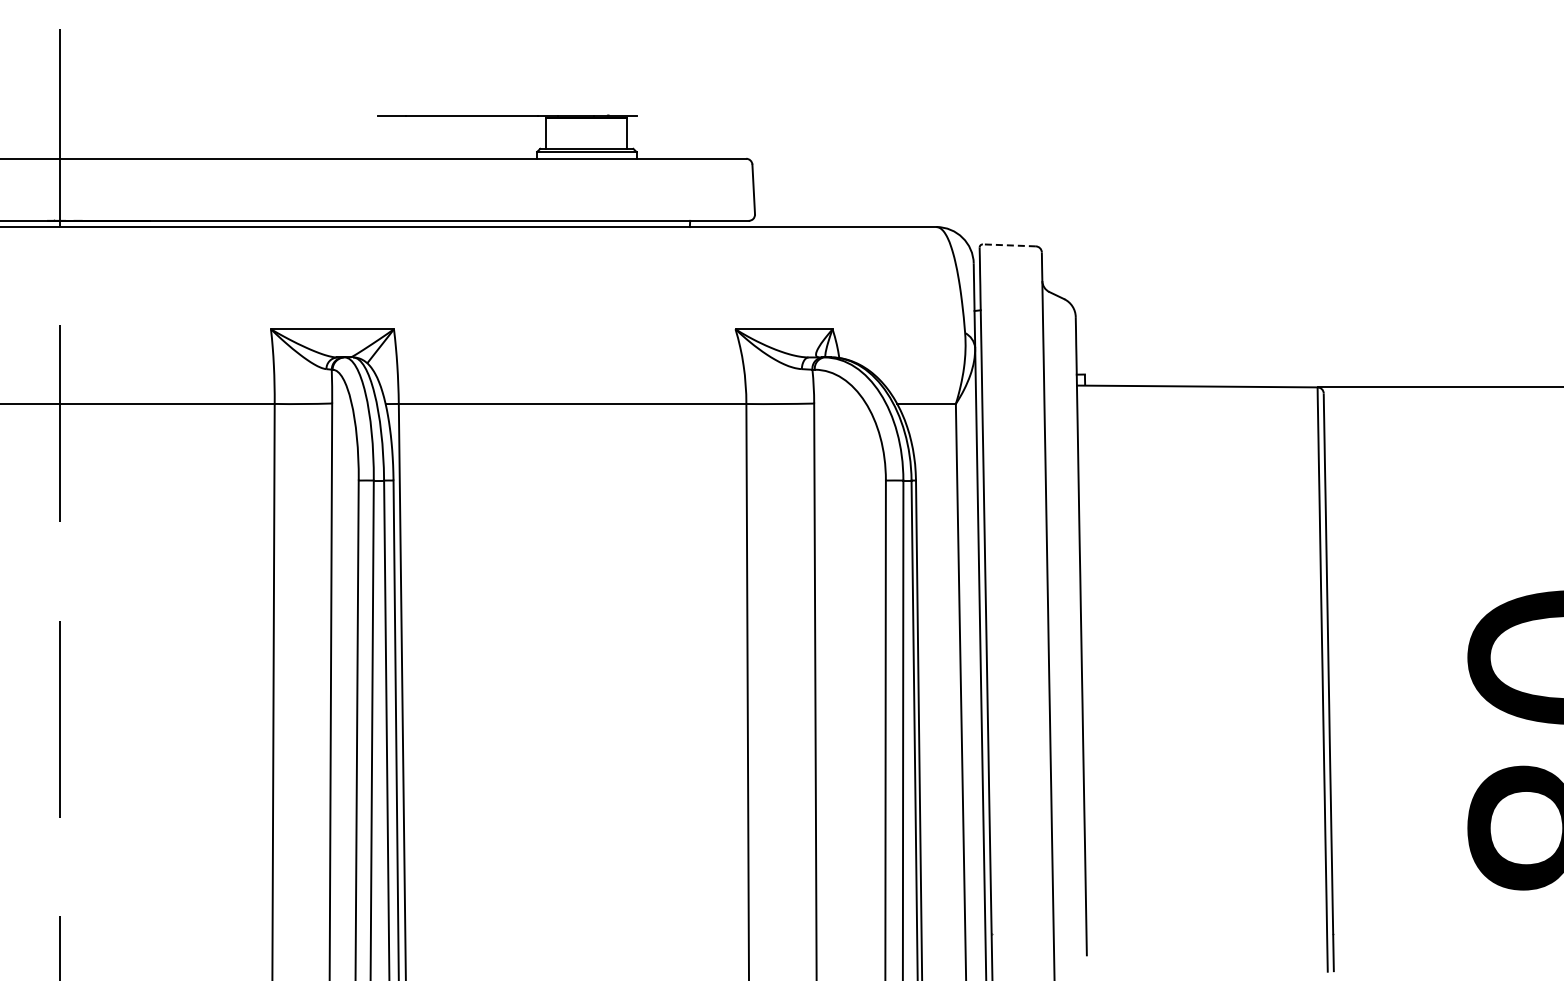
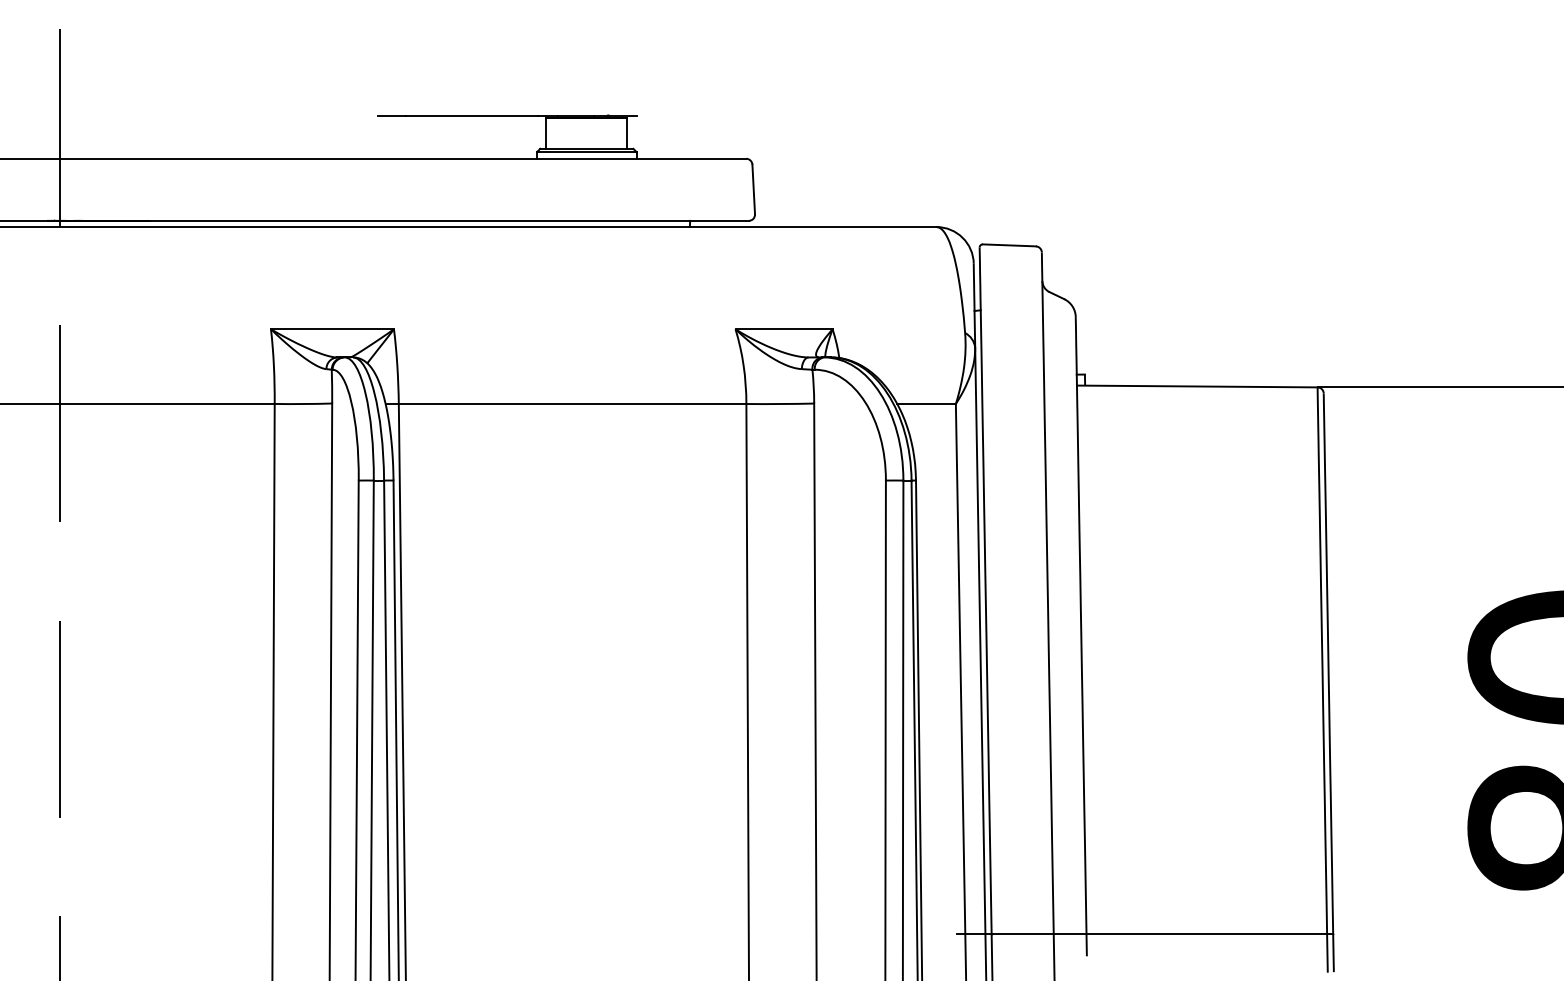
line at (1008, 245): dashed -> solid
line at (1144, 933): none -> present
